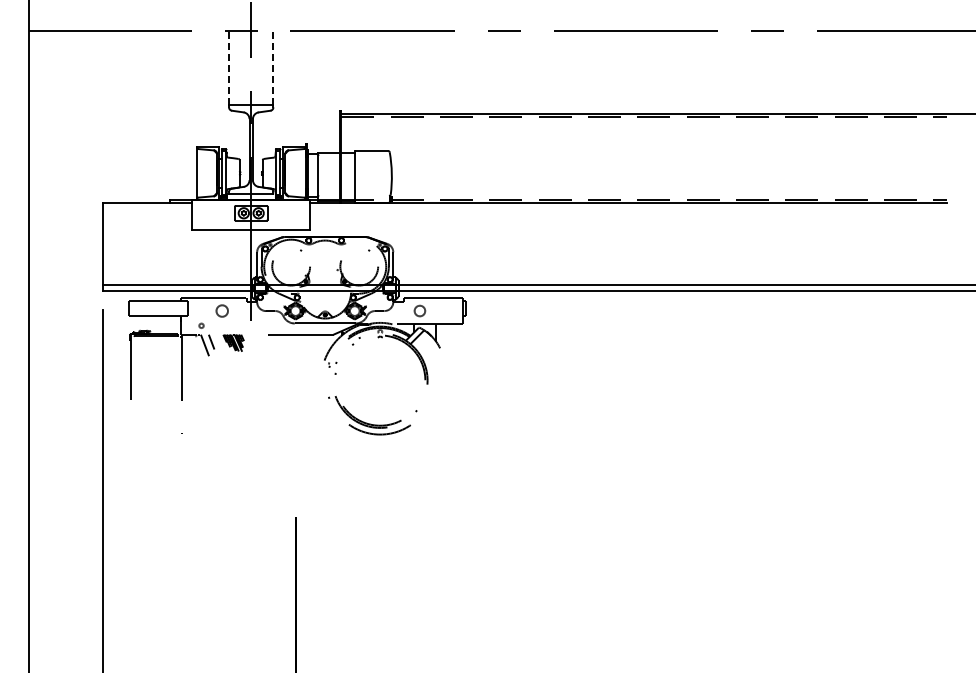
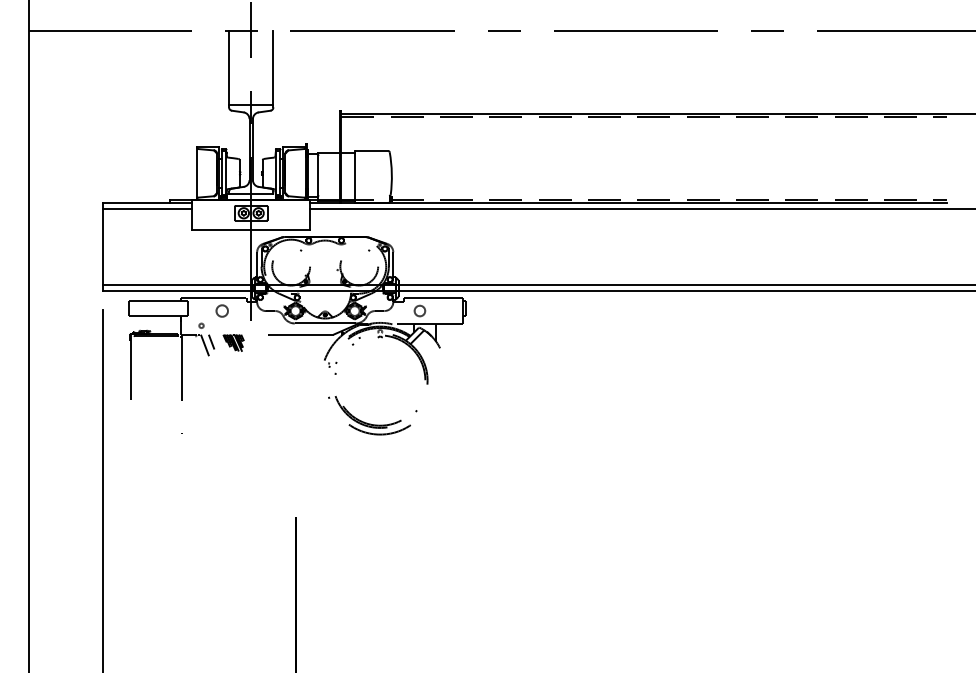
line at (229, 68): dashed -> solid
line at (273, 68): dashed -> solid
line at (147, 209): none -> present
line at (640, 209): none -> present
